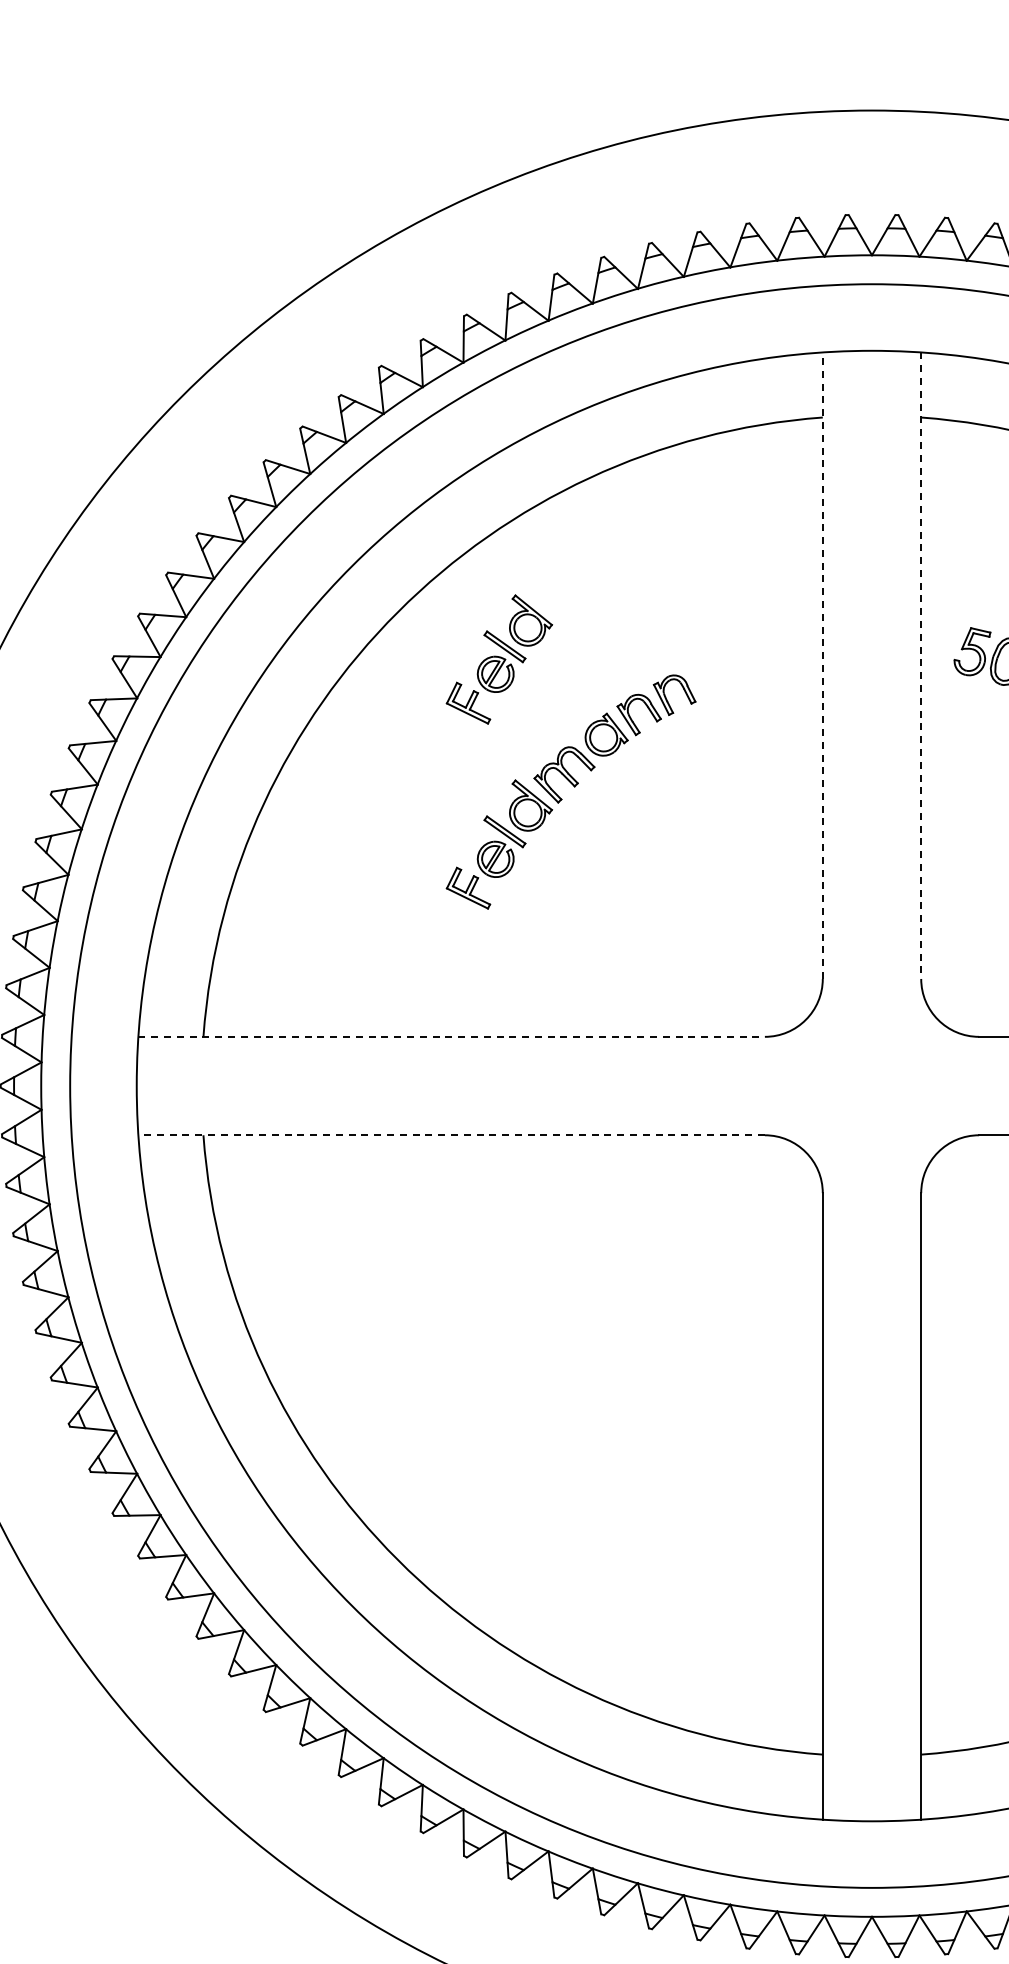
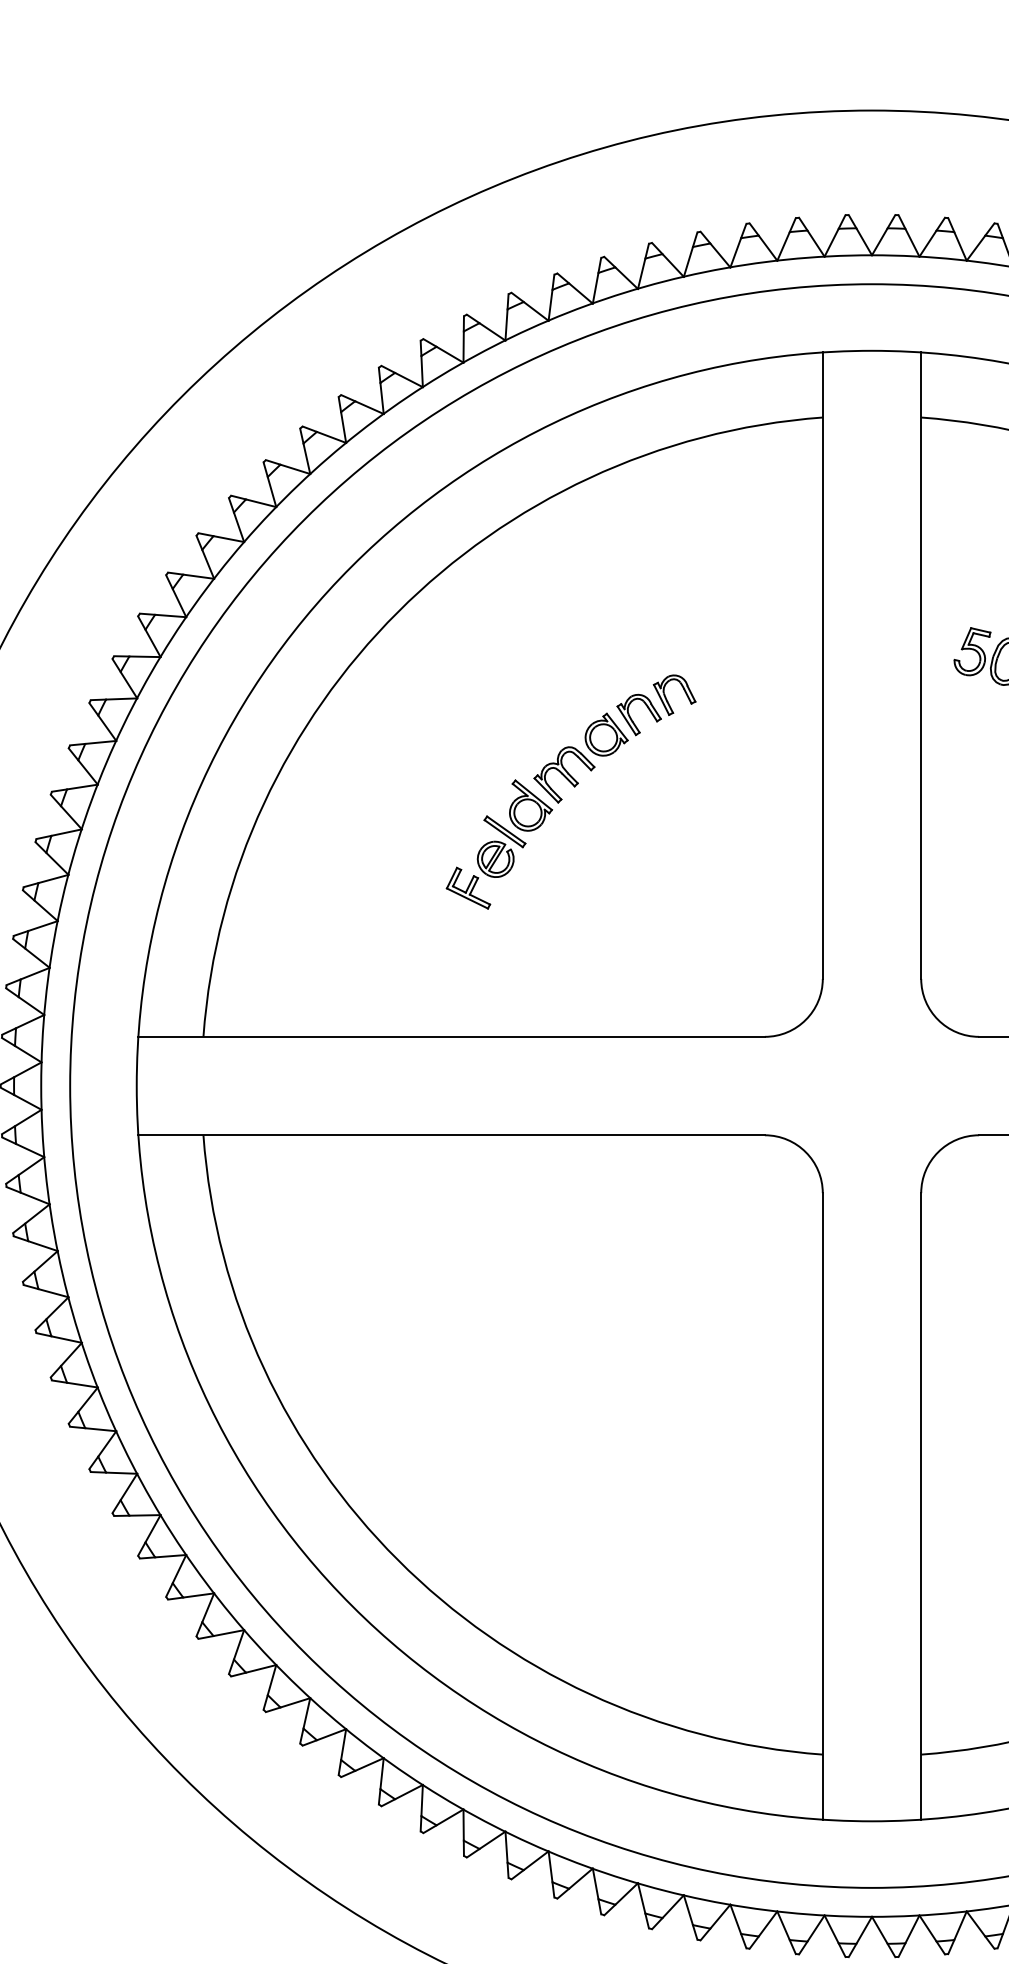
part at (499, 659): present -> none
line at (822, 665): dashed -> solid
line at (921, 666): dashed -> solid
line at (452, 1036): dashed -> solid
line at (451, 1135): dashed -> solid
